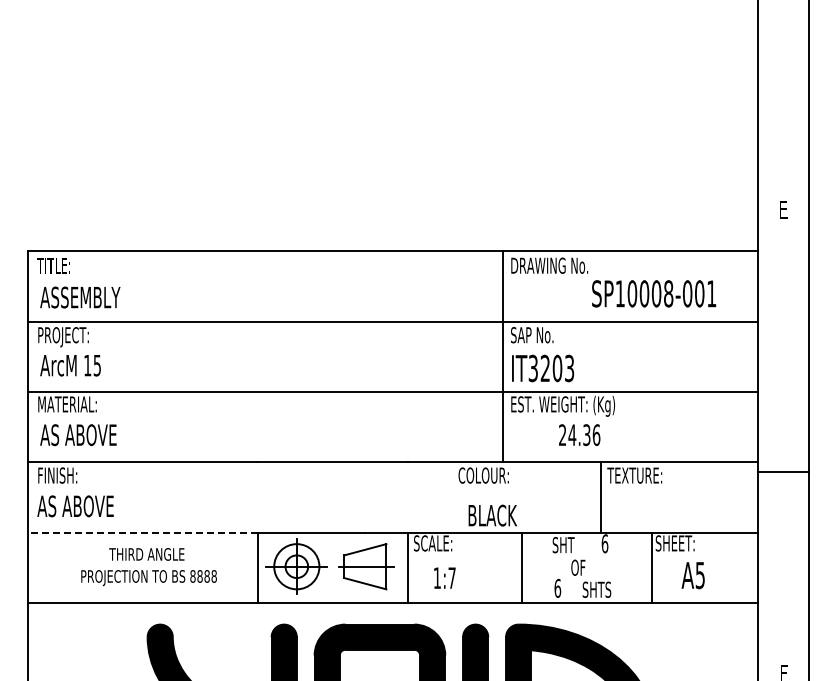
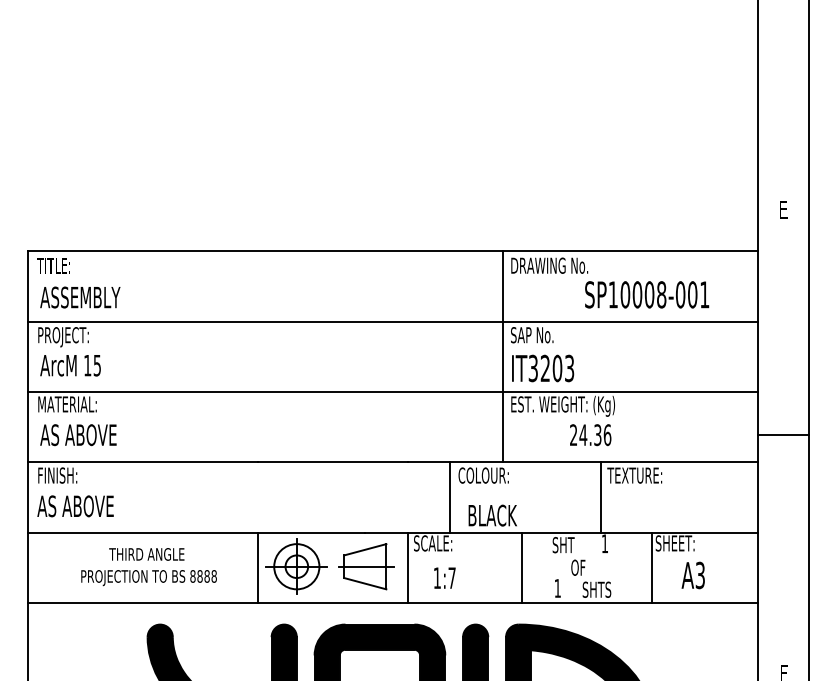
text at (654, 293) position: (654, 293) -> (647, 294)
text at (579, 435) position: (579, 435) -> (590, 435)
line at (783, 472) position: (783, 472) -> (783, 435)
line at (450, 497): none -> present
line at (142, 532): dashed -> solid
text at (604, 543): 6 -> 1
text at (700, 574): A5 -> A3
text at (557, 587): 6 -> 1
